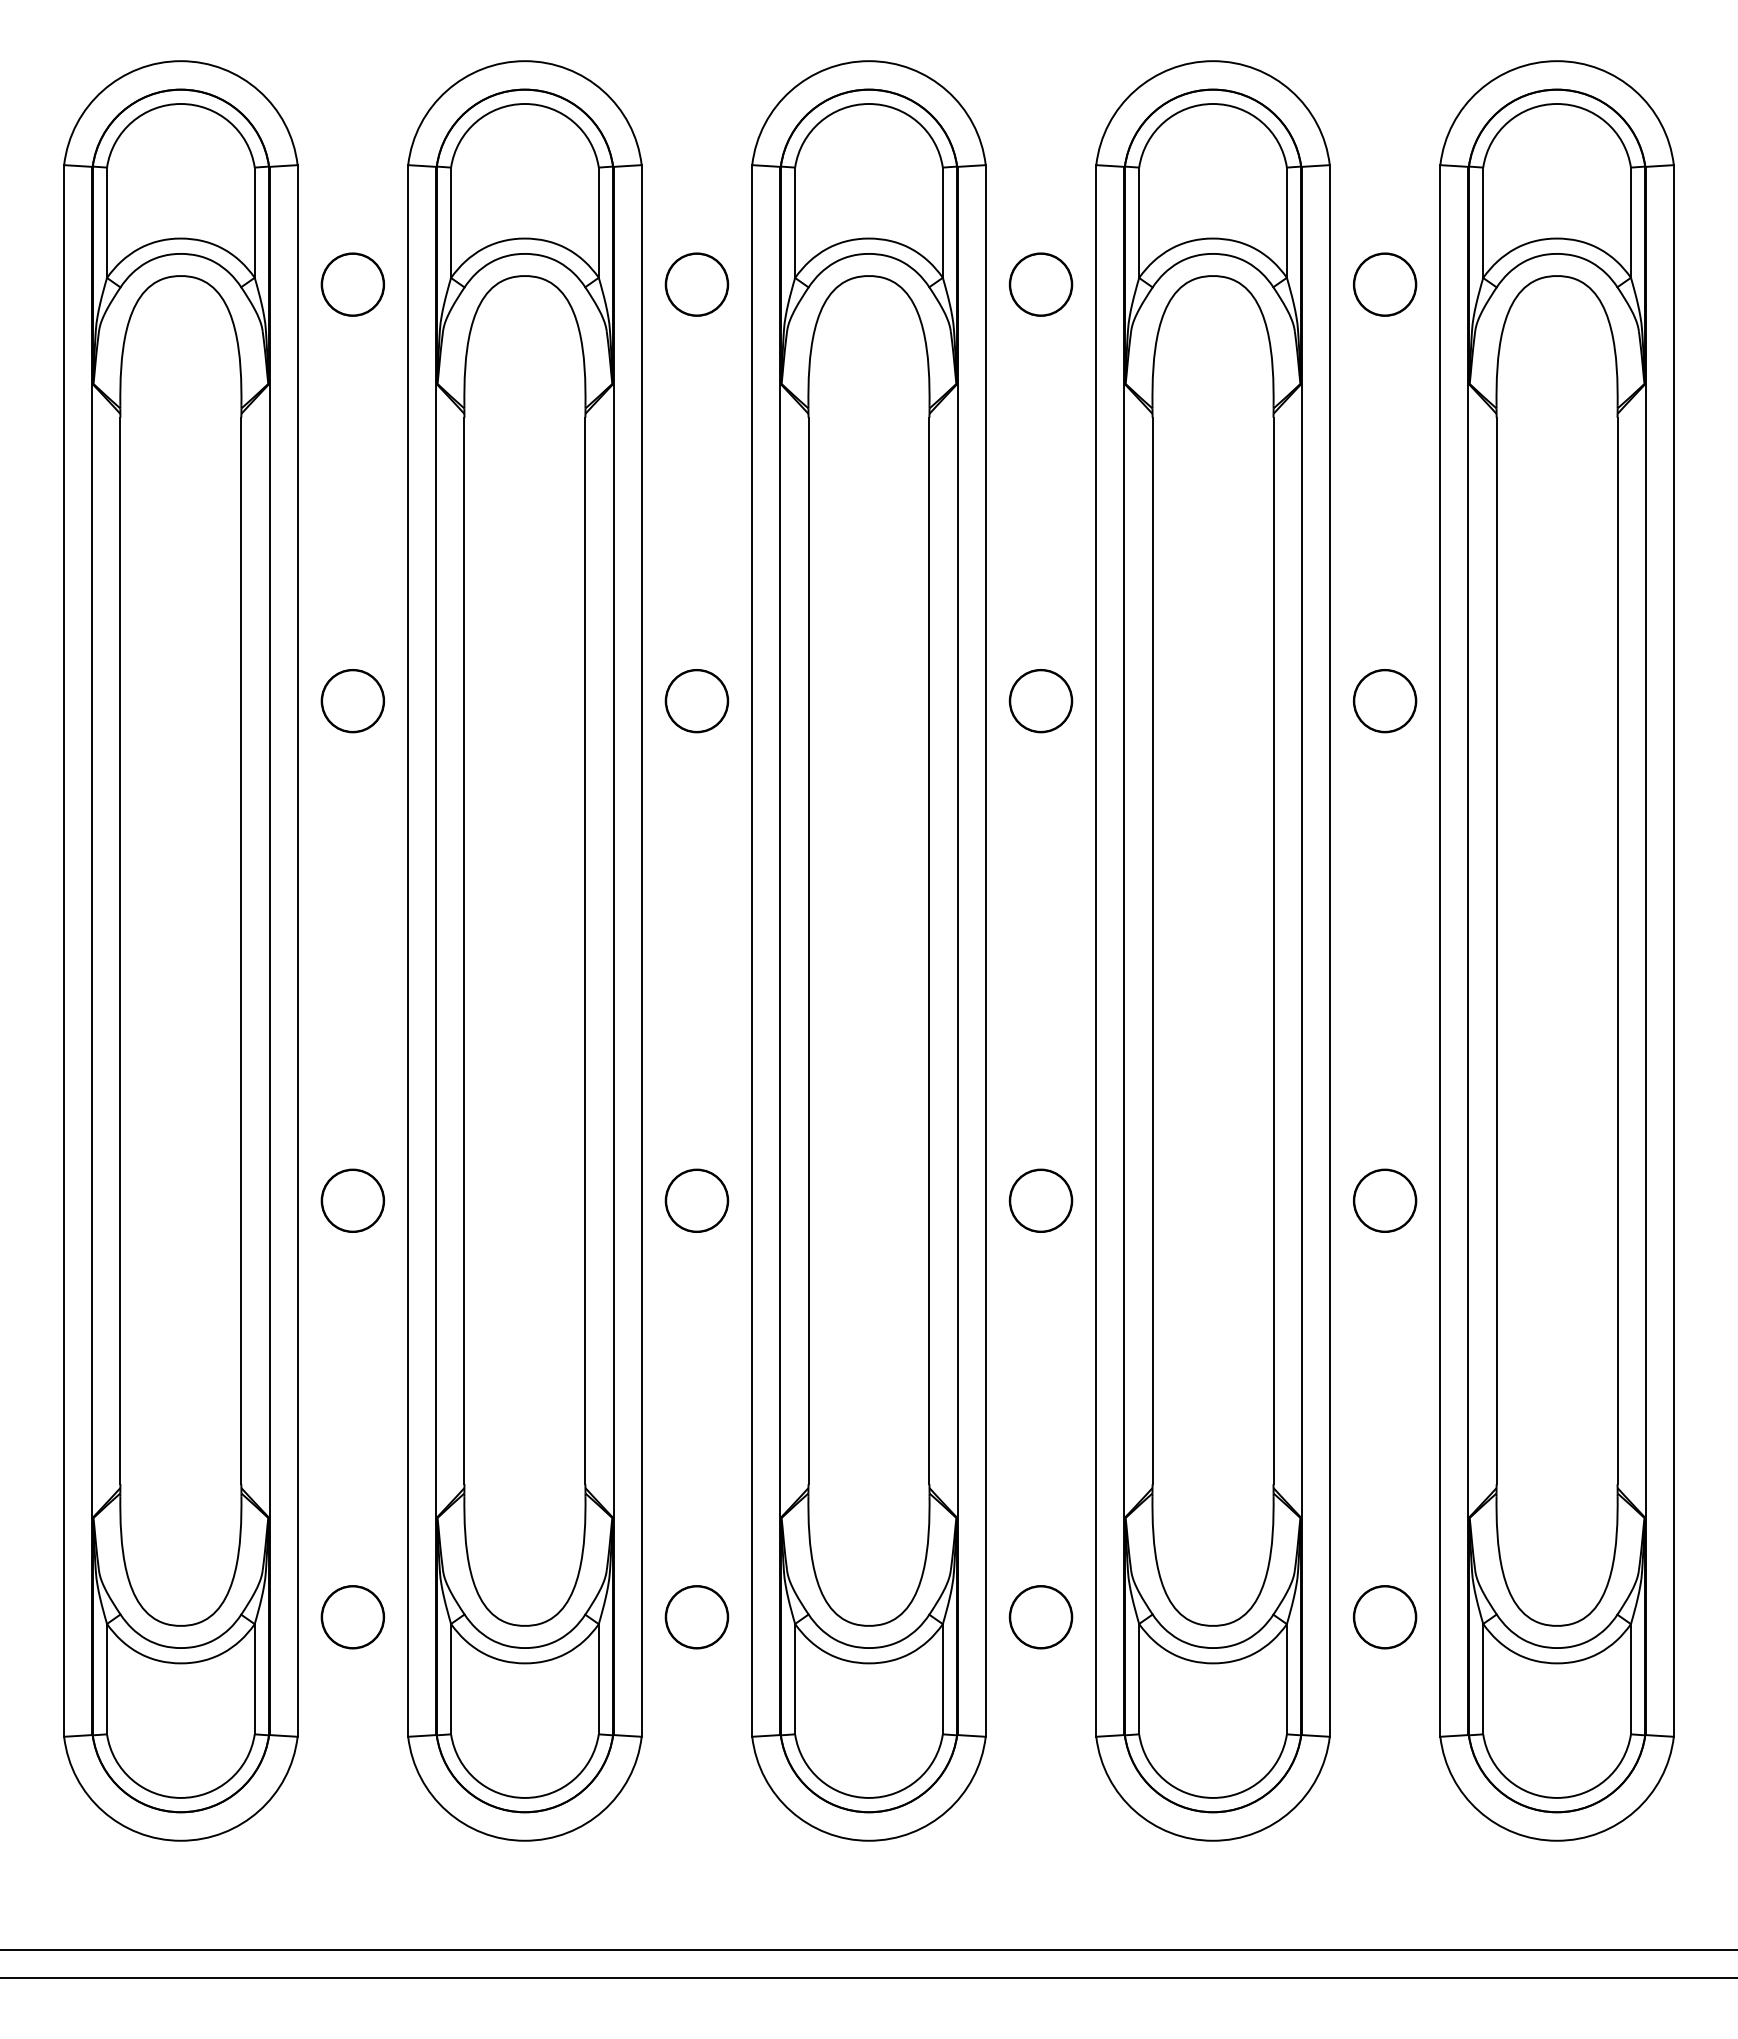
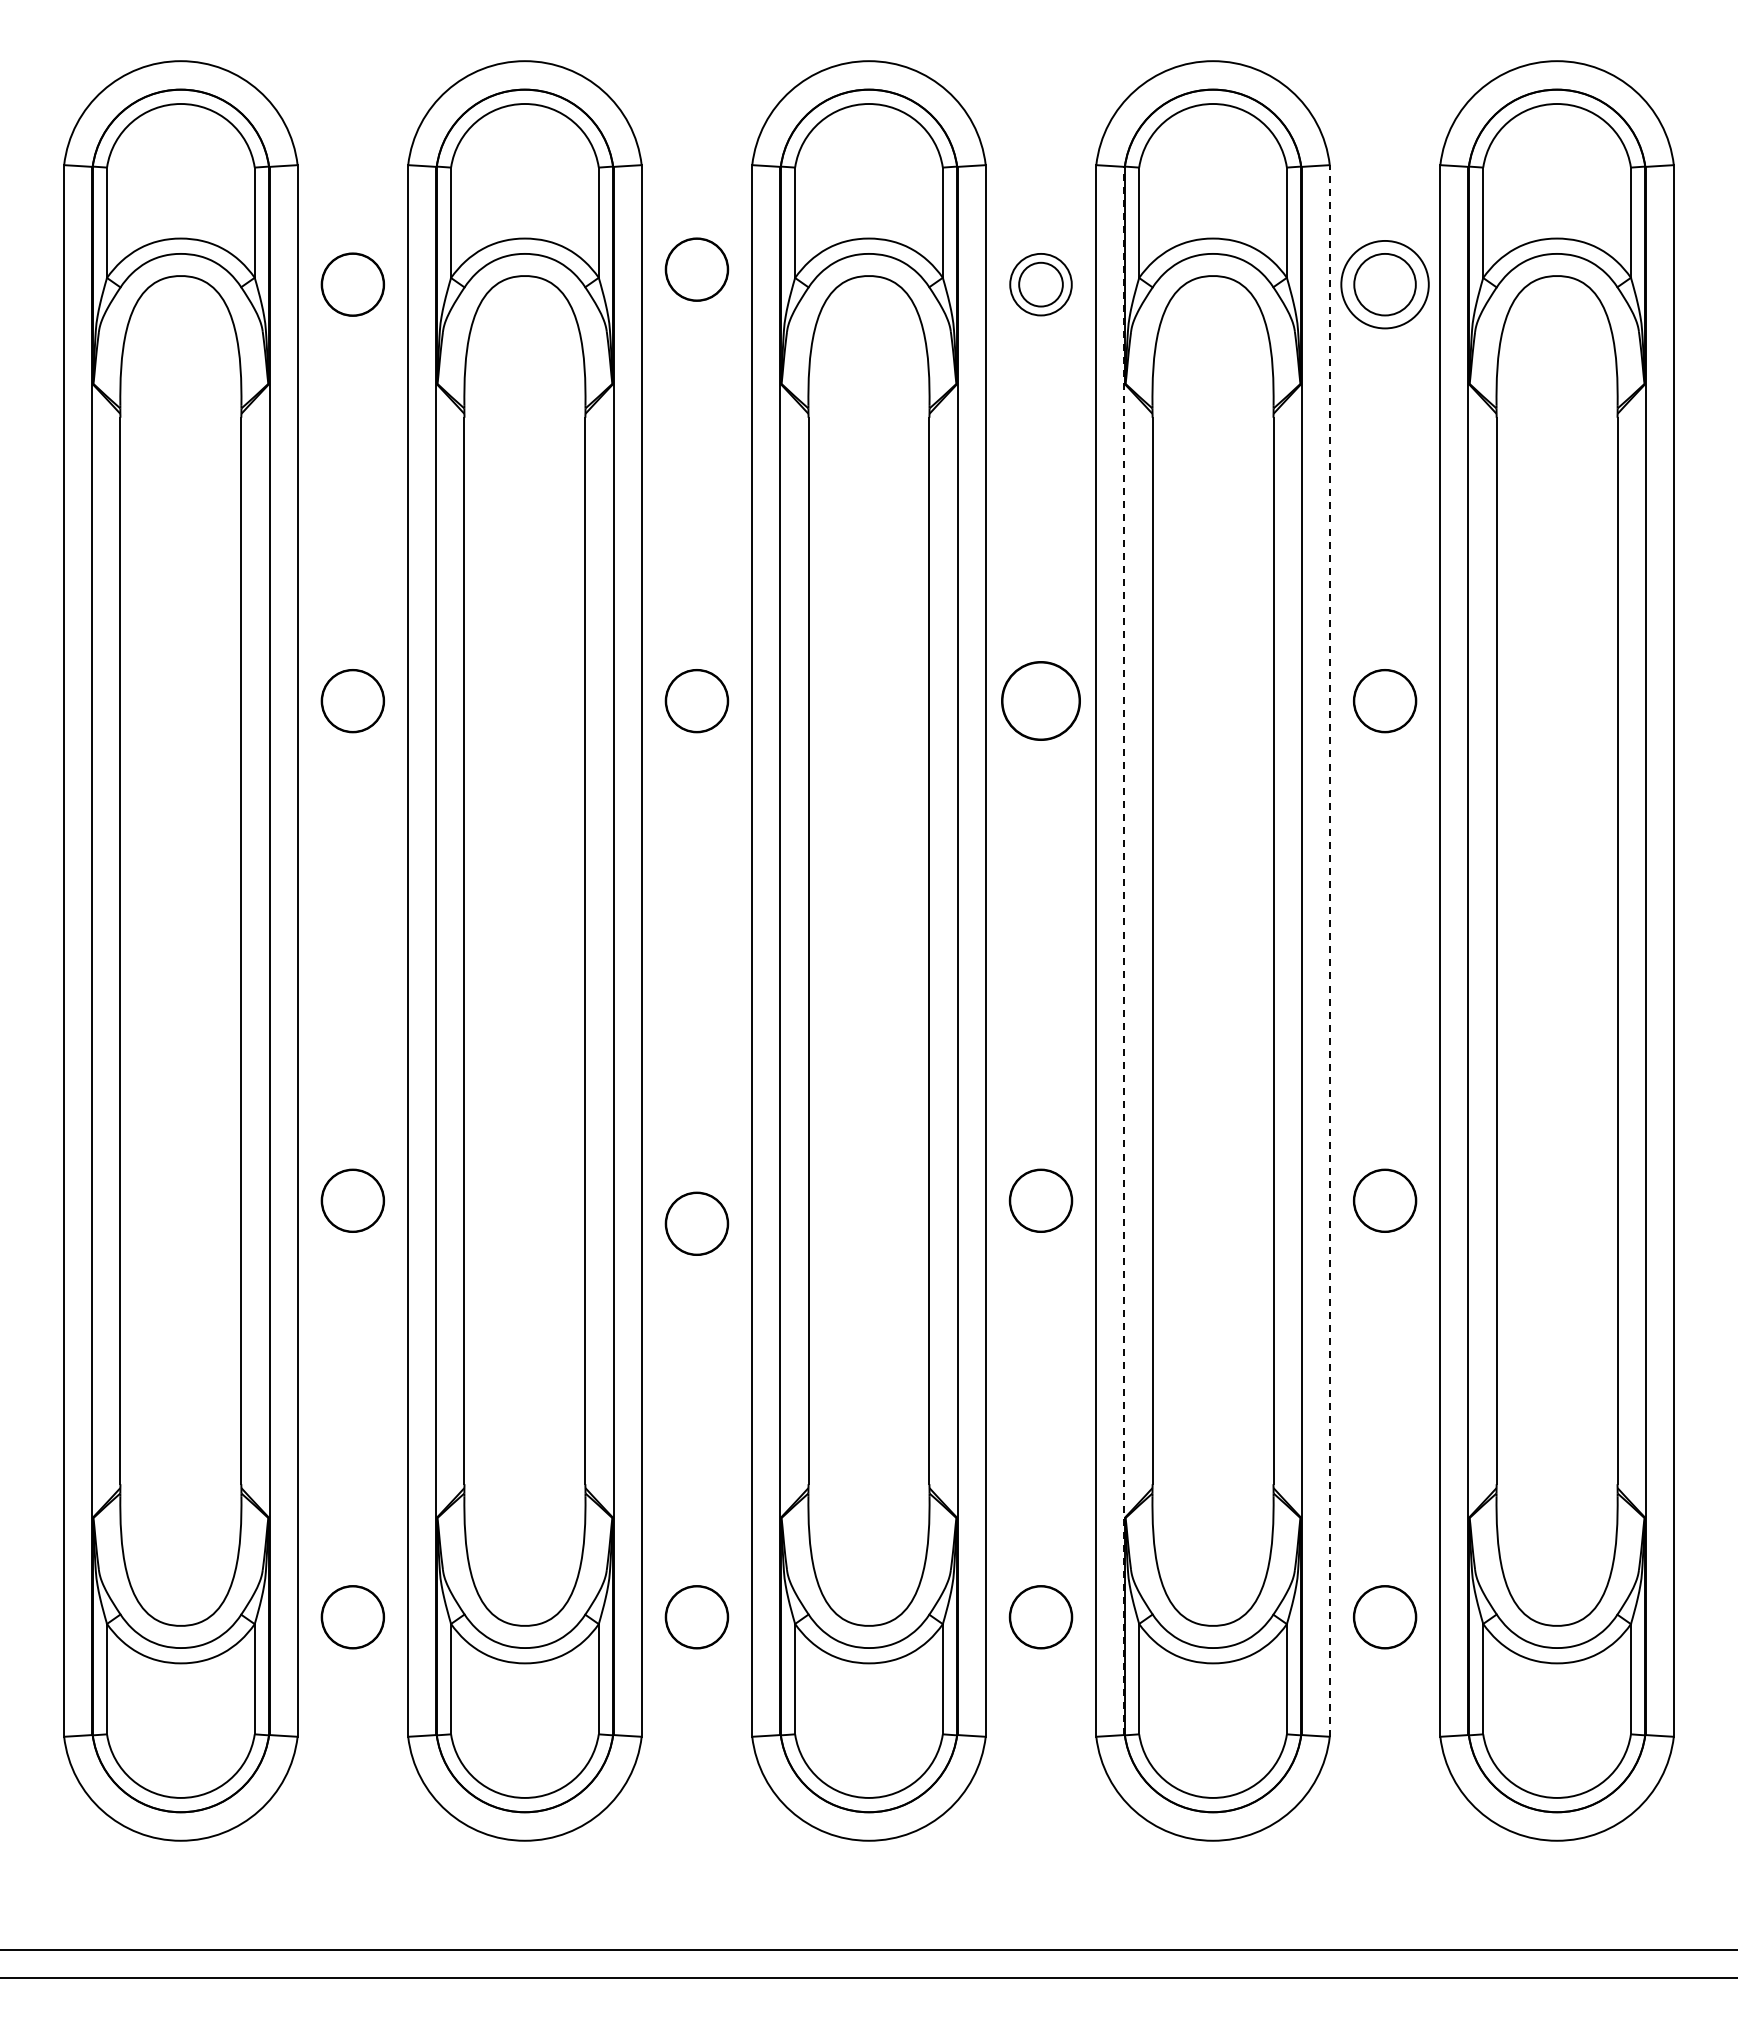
part at (696, 284) position: (696, 284) -> (696, 269)
circle at (1040, 284) diameter: 62 px -> 44 px
circle at (1384, 284) diameter: 62 px -> 87 px
part at (1040, 701) size: 66x65 px -> 80x80 px
line at (1124, 950): solid -> dashed
line at (1329, 950): solid -> dashed
part at (696, 1200) position: (696, 1200) -> (696, 1223)
